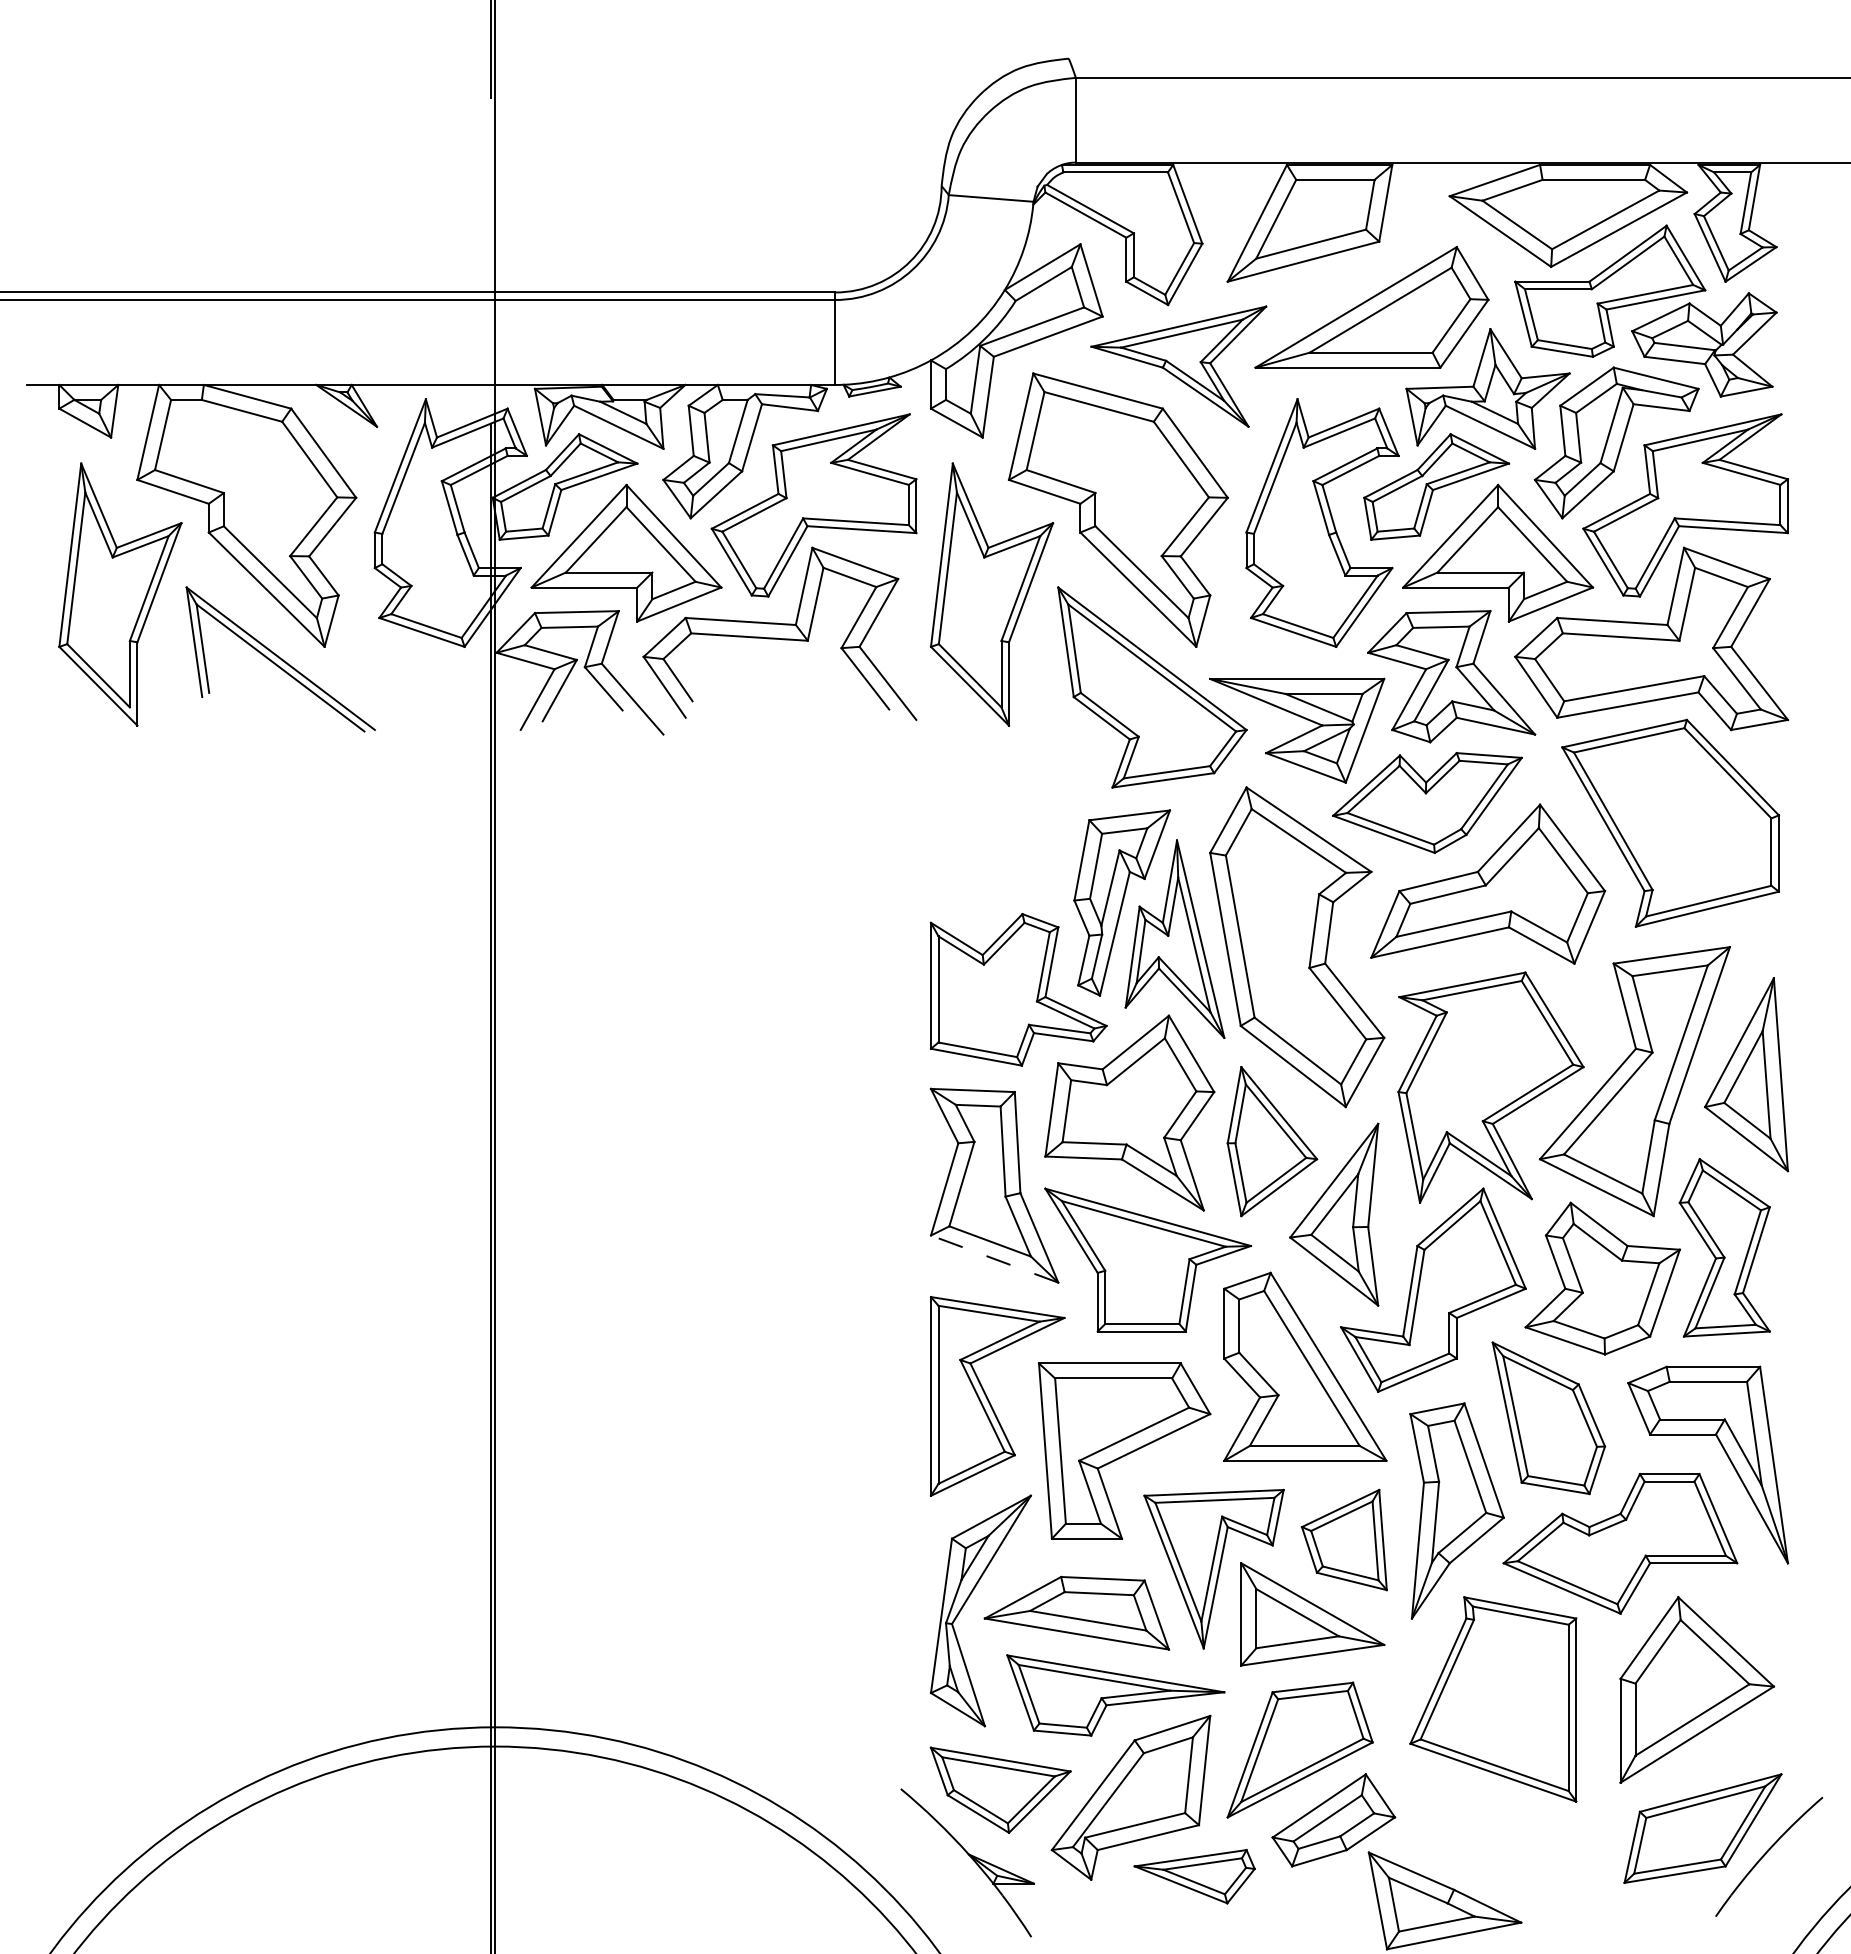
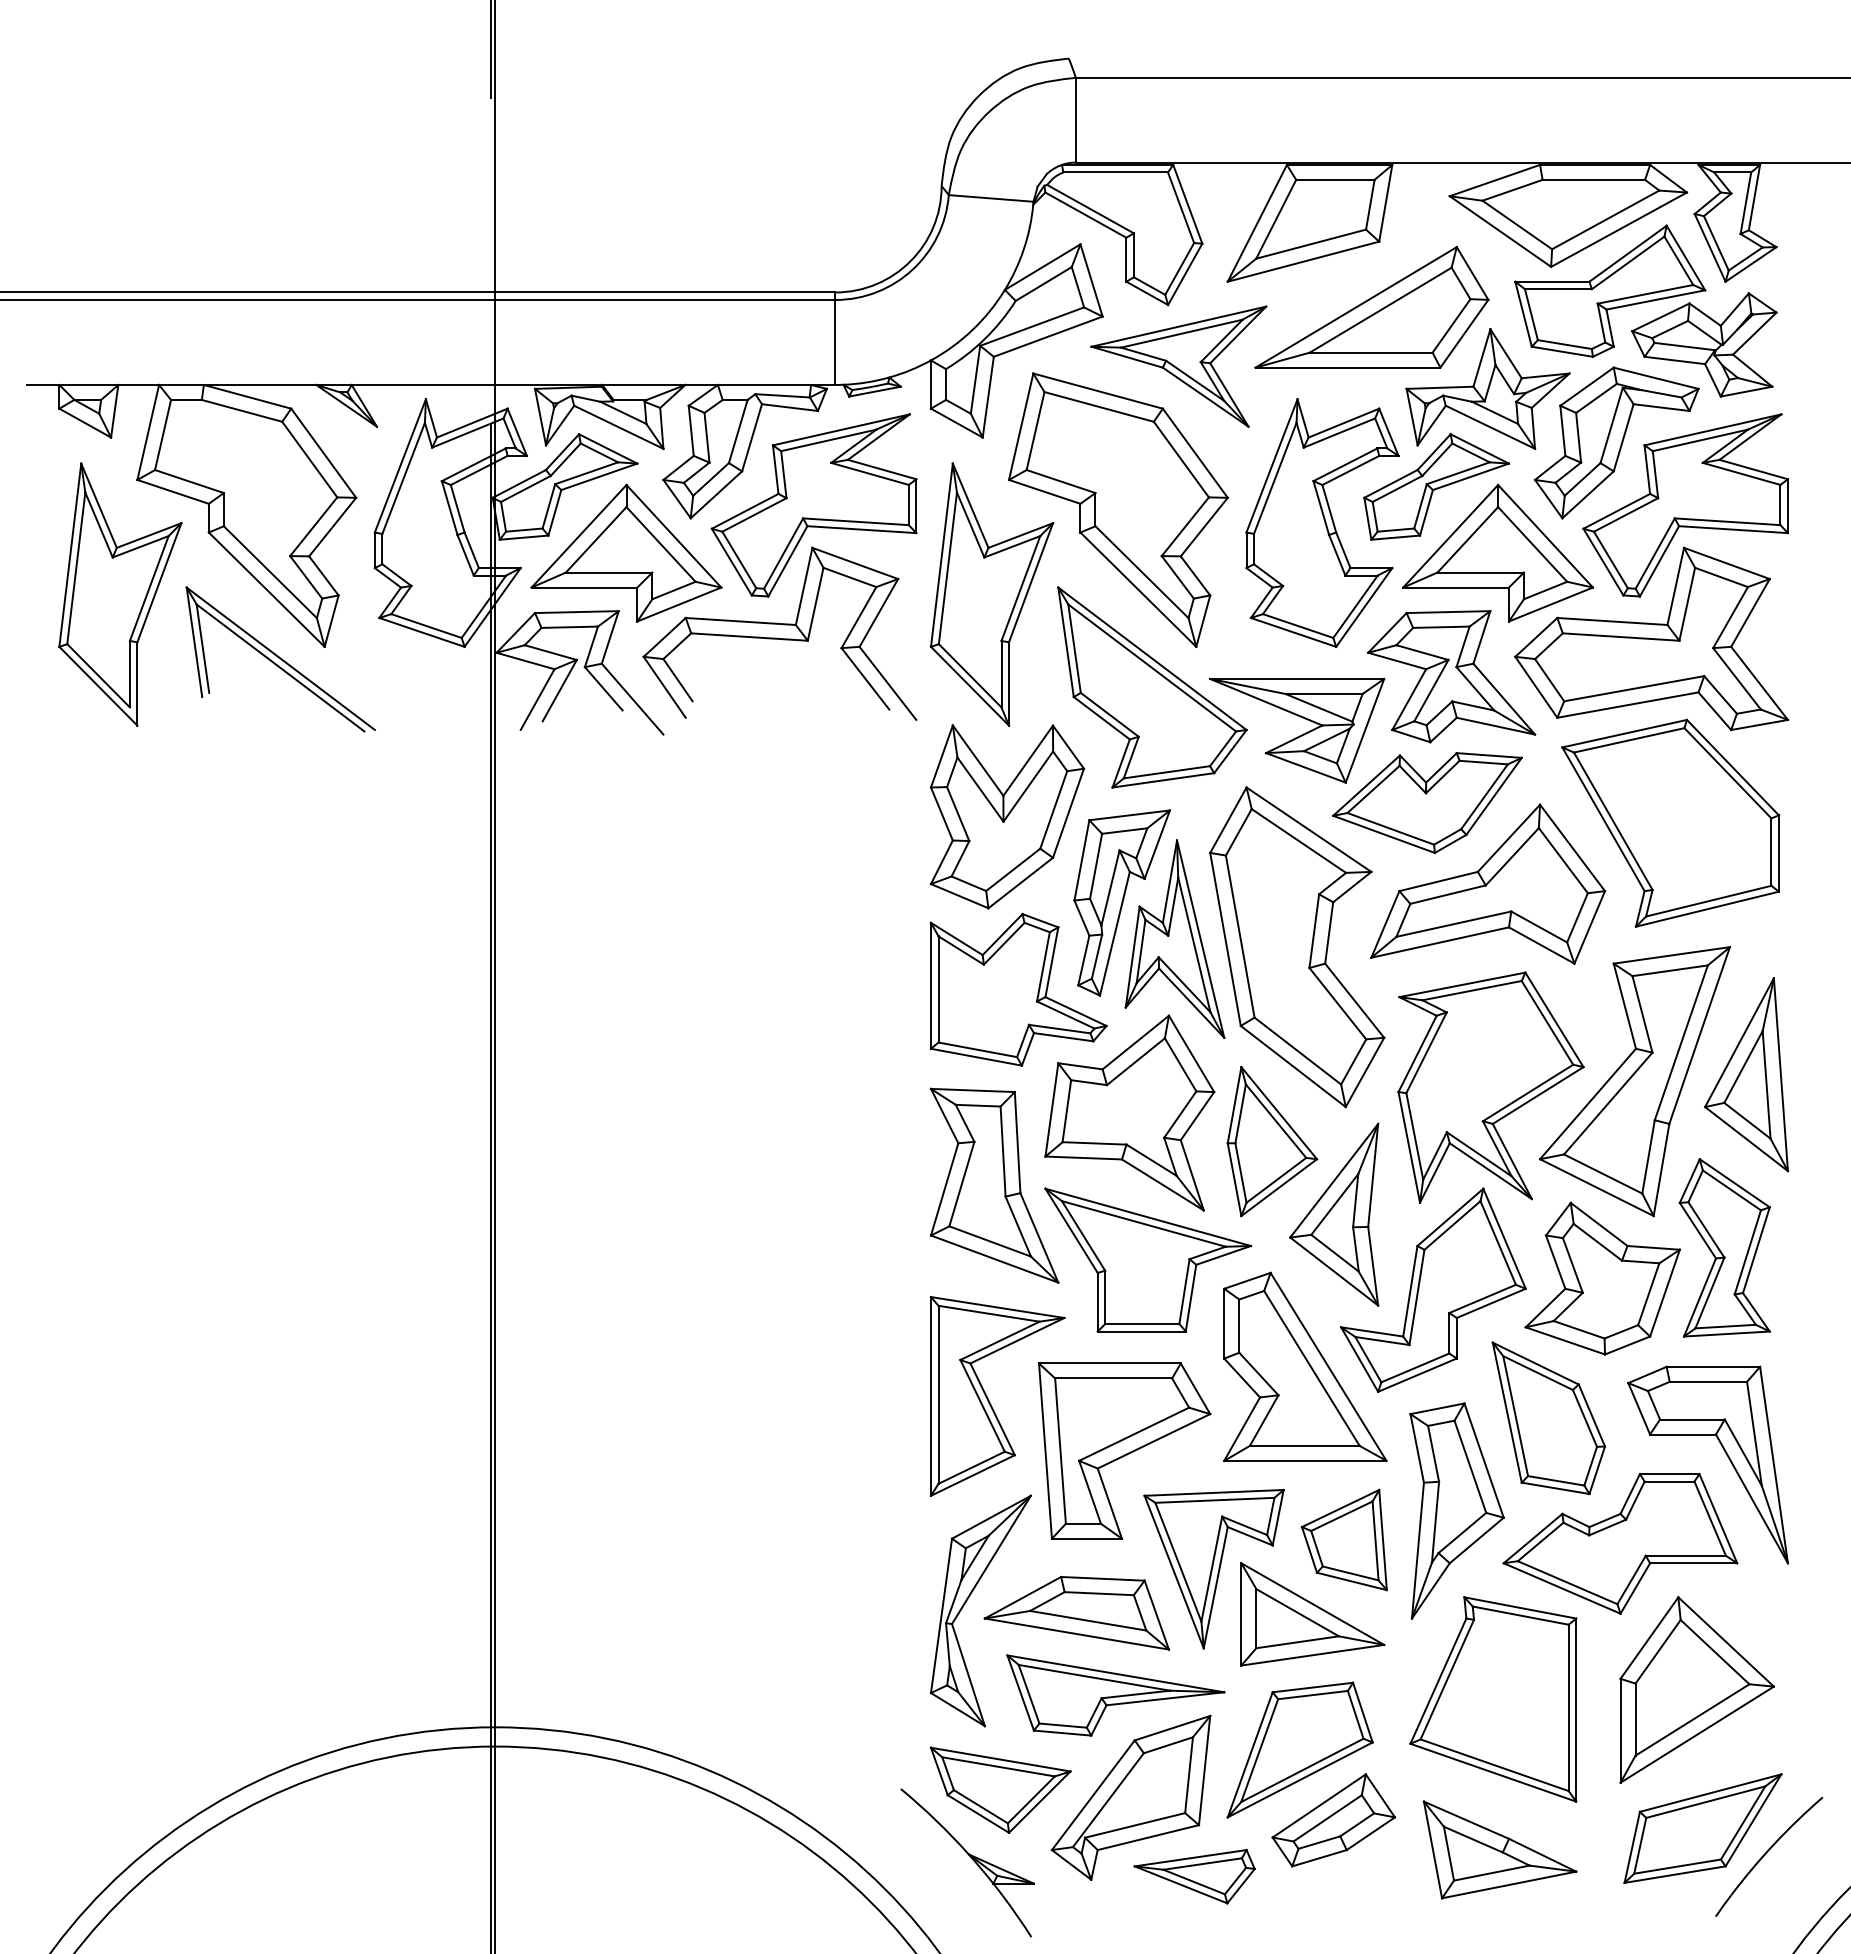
part at (1007, 816): none -> present
line at (994, 1259): dashed -> solid
part at (1444, 1900) position: (1444, 1900) -> (1499, 1849)
